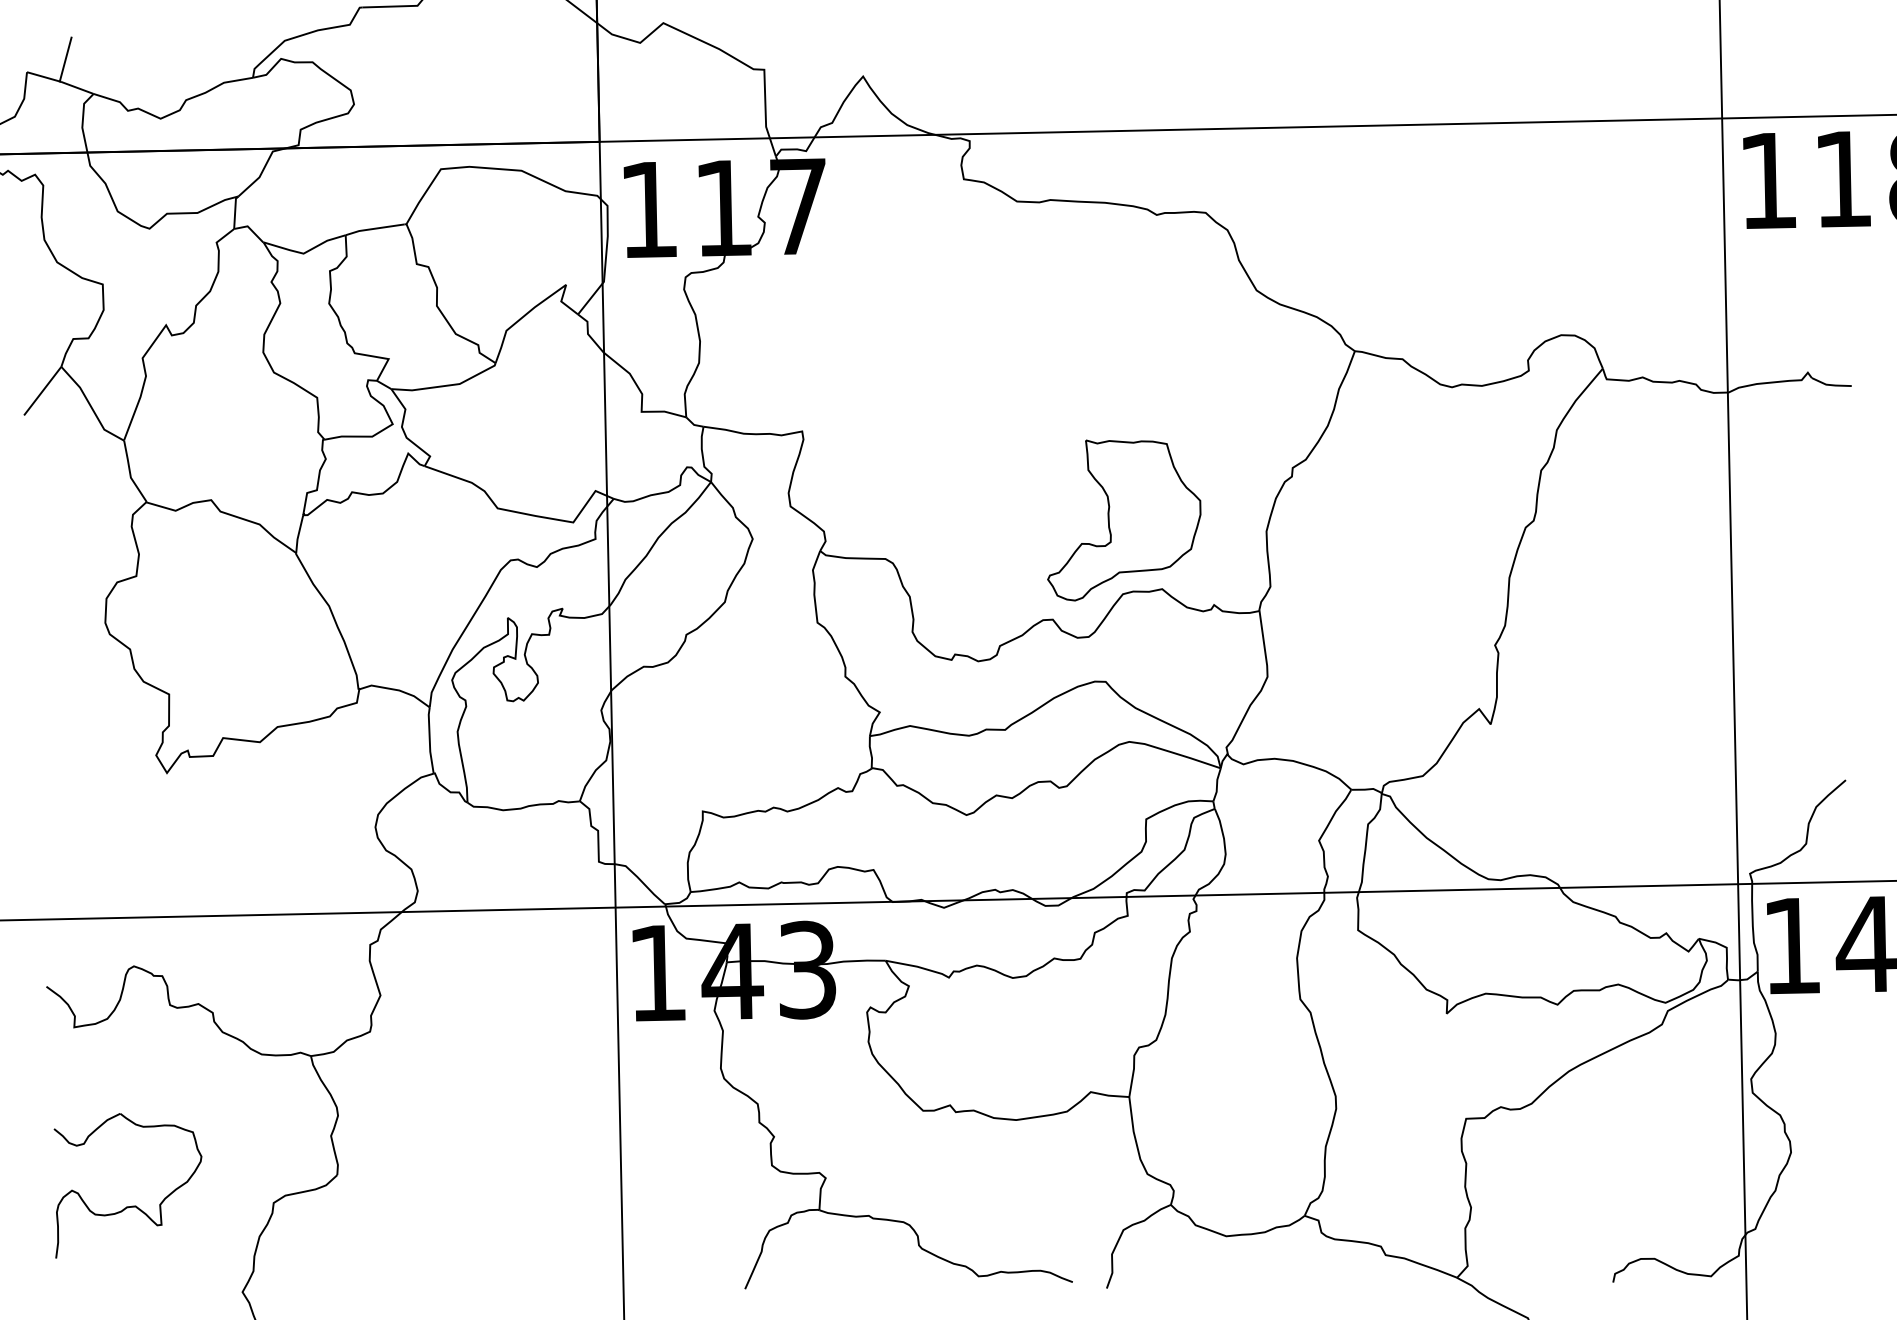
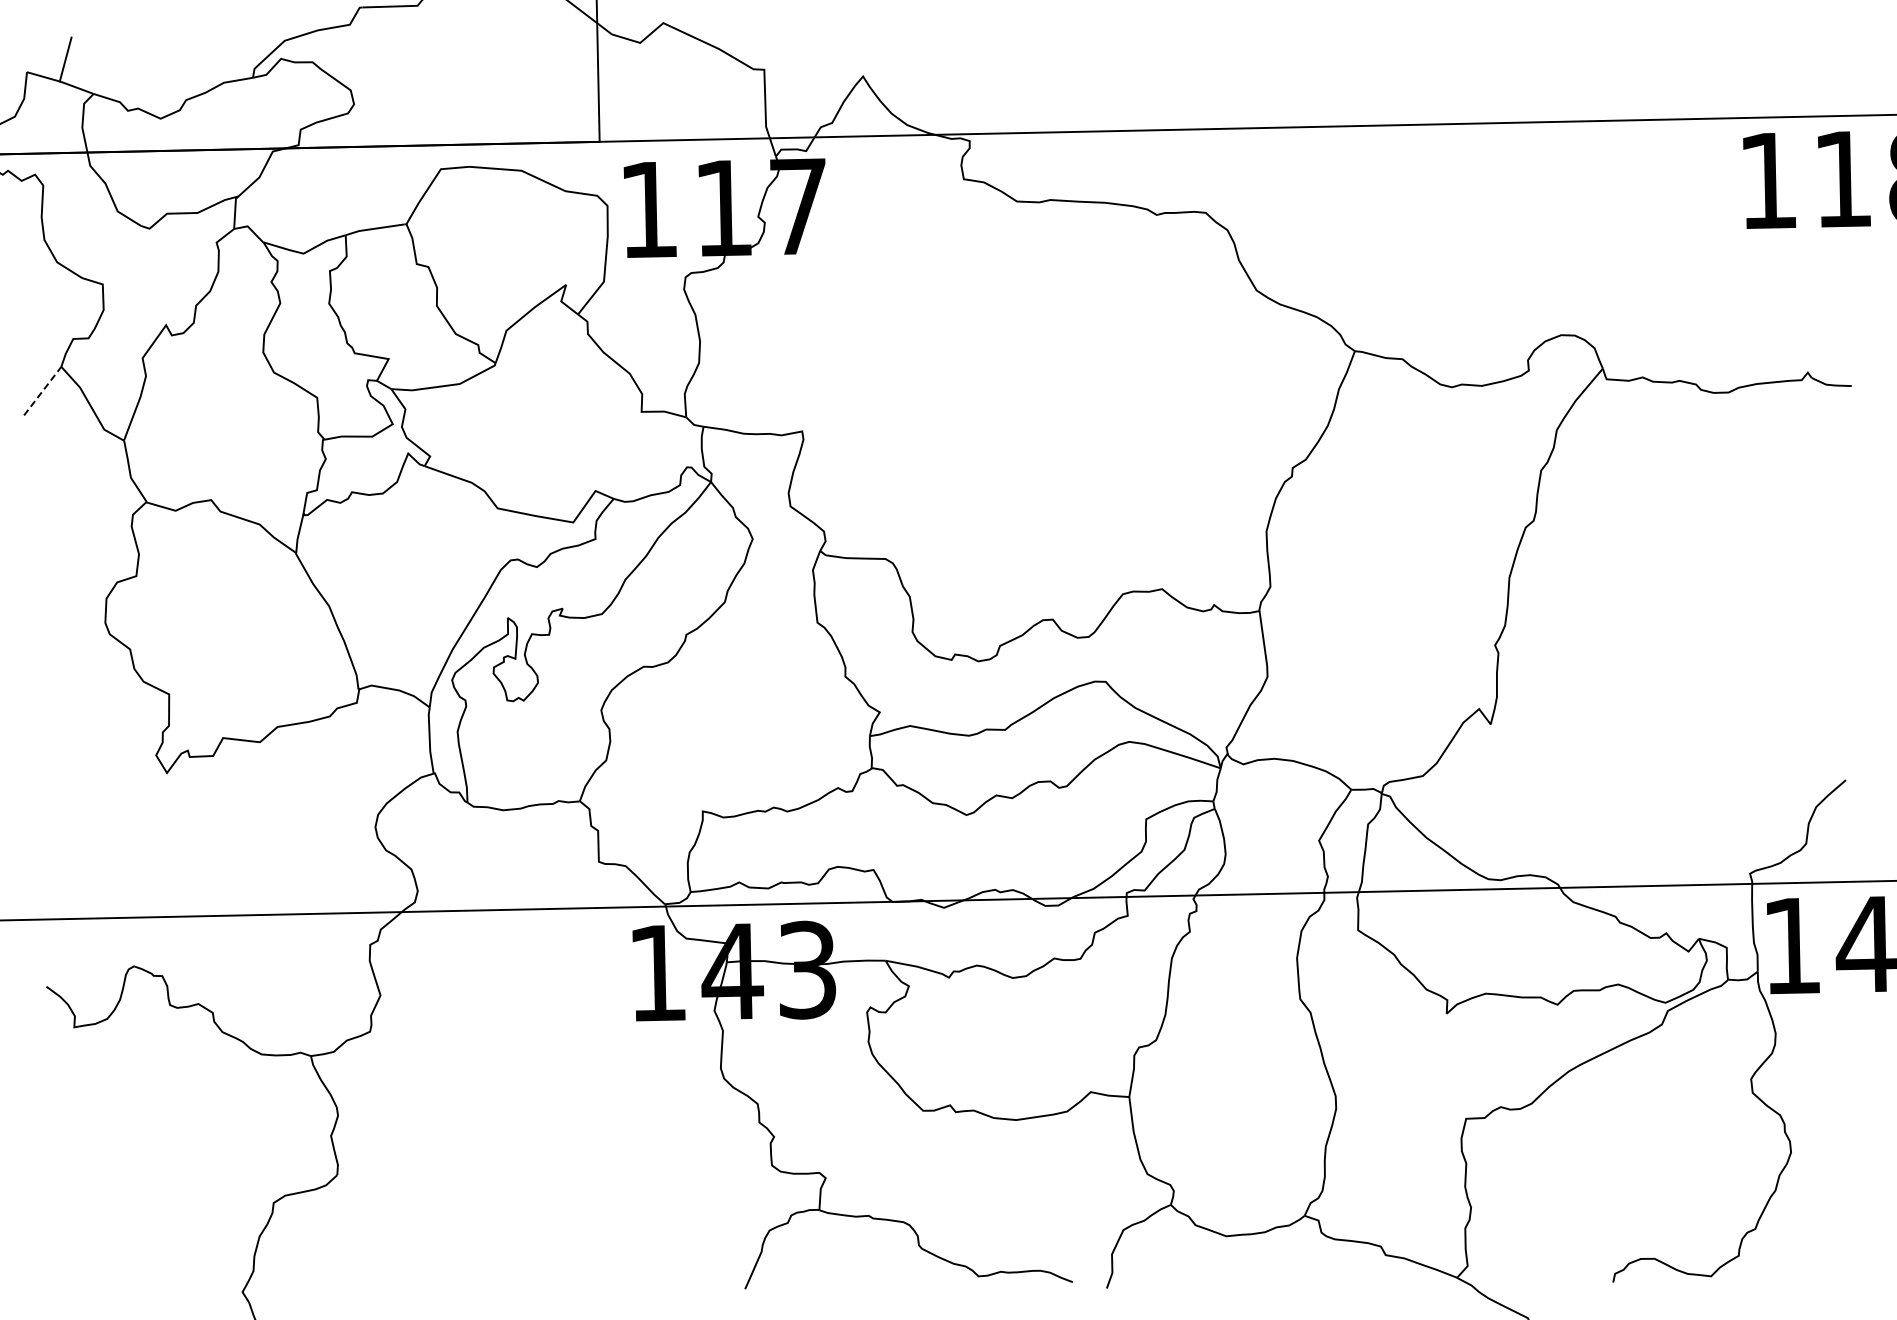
line at (42, 391): solid -> dashed
part at (1124, 520): present -> none
line at (610, 659): present -> none
line at (1733, 659): present -> none
part at (132, 1205): present -> none
